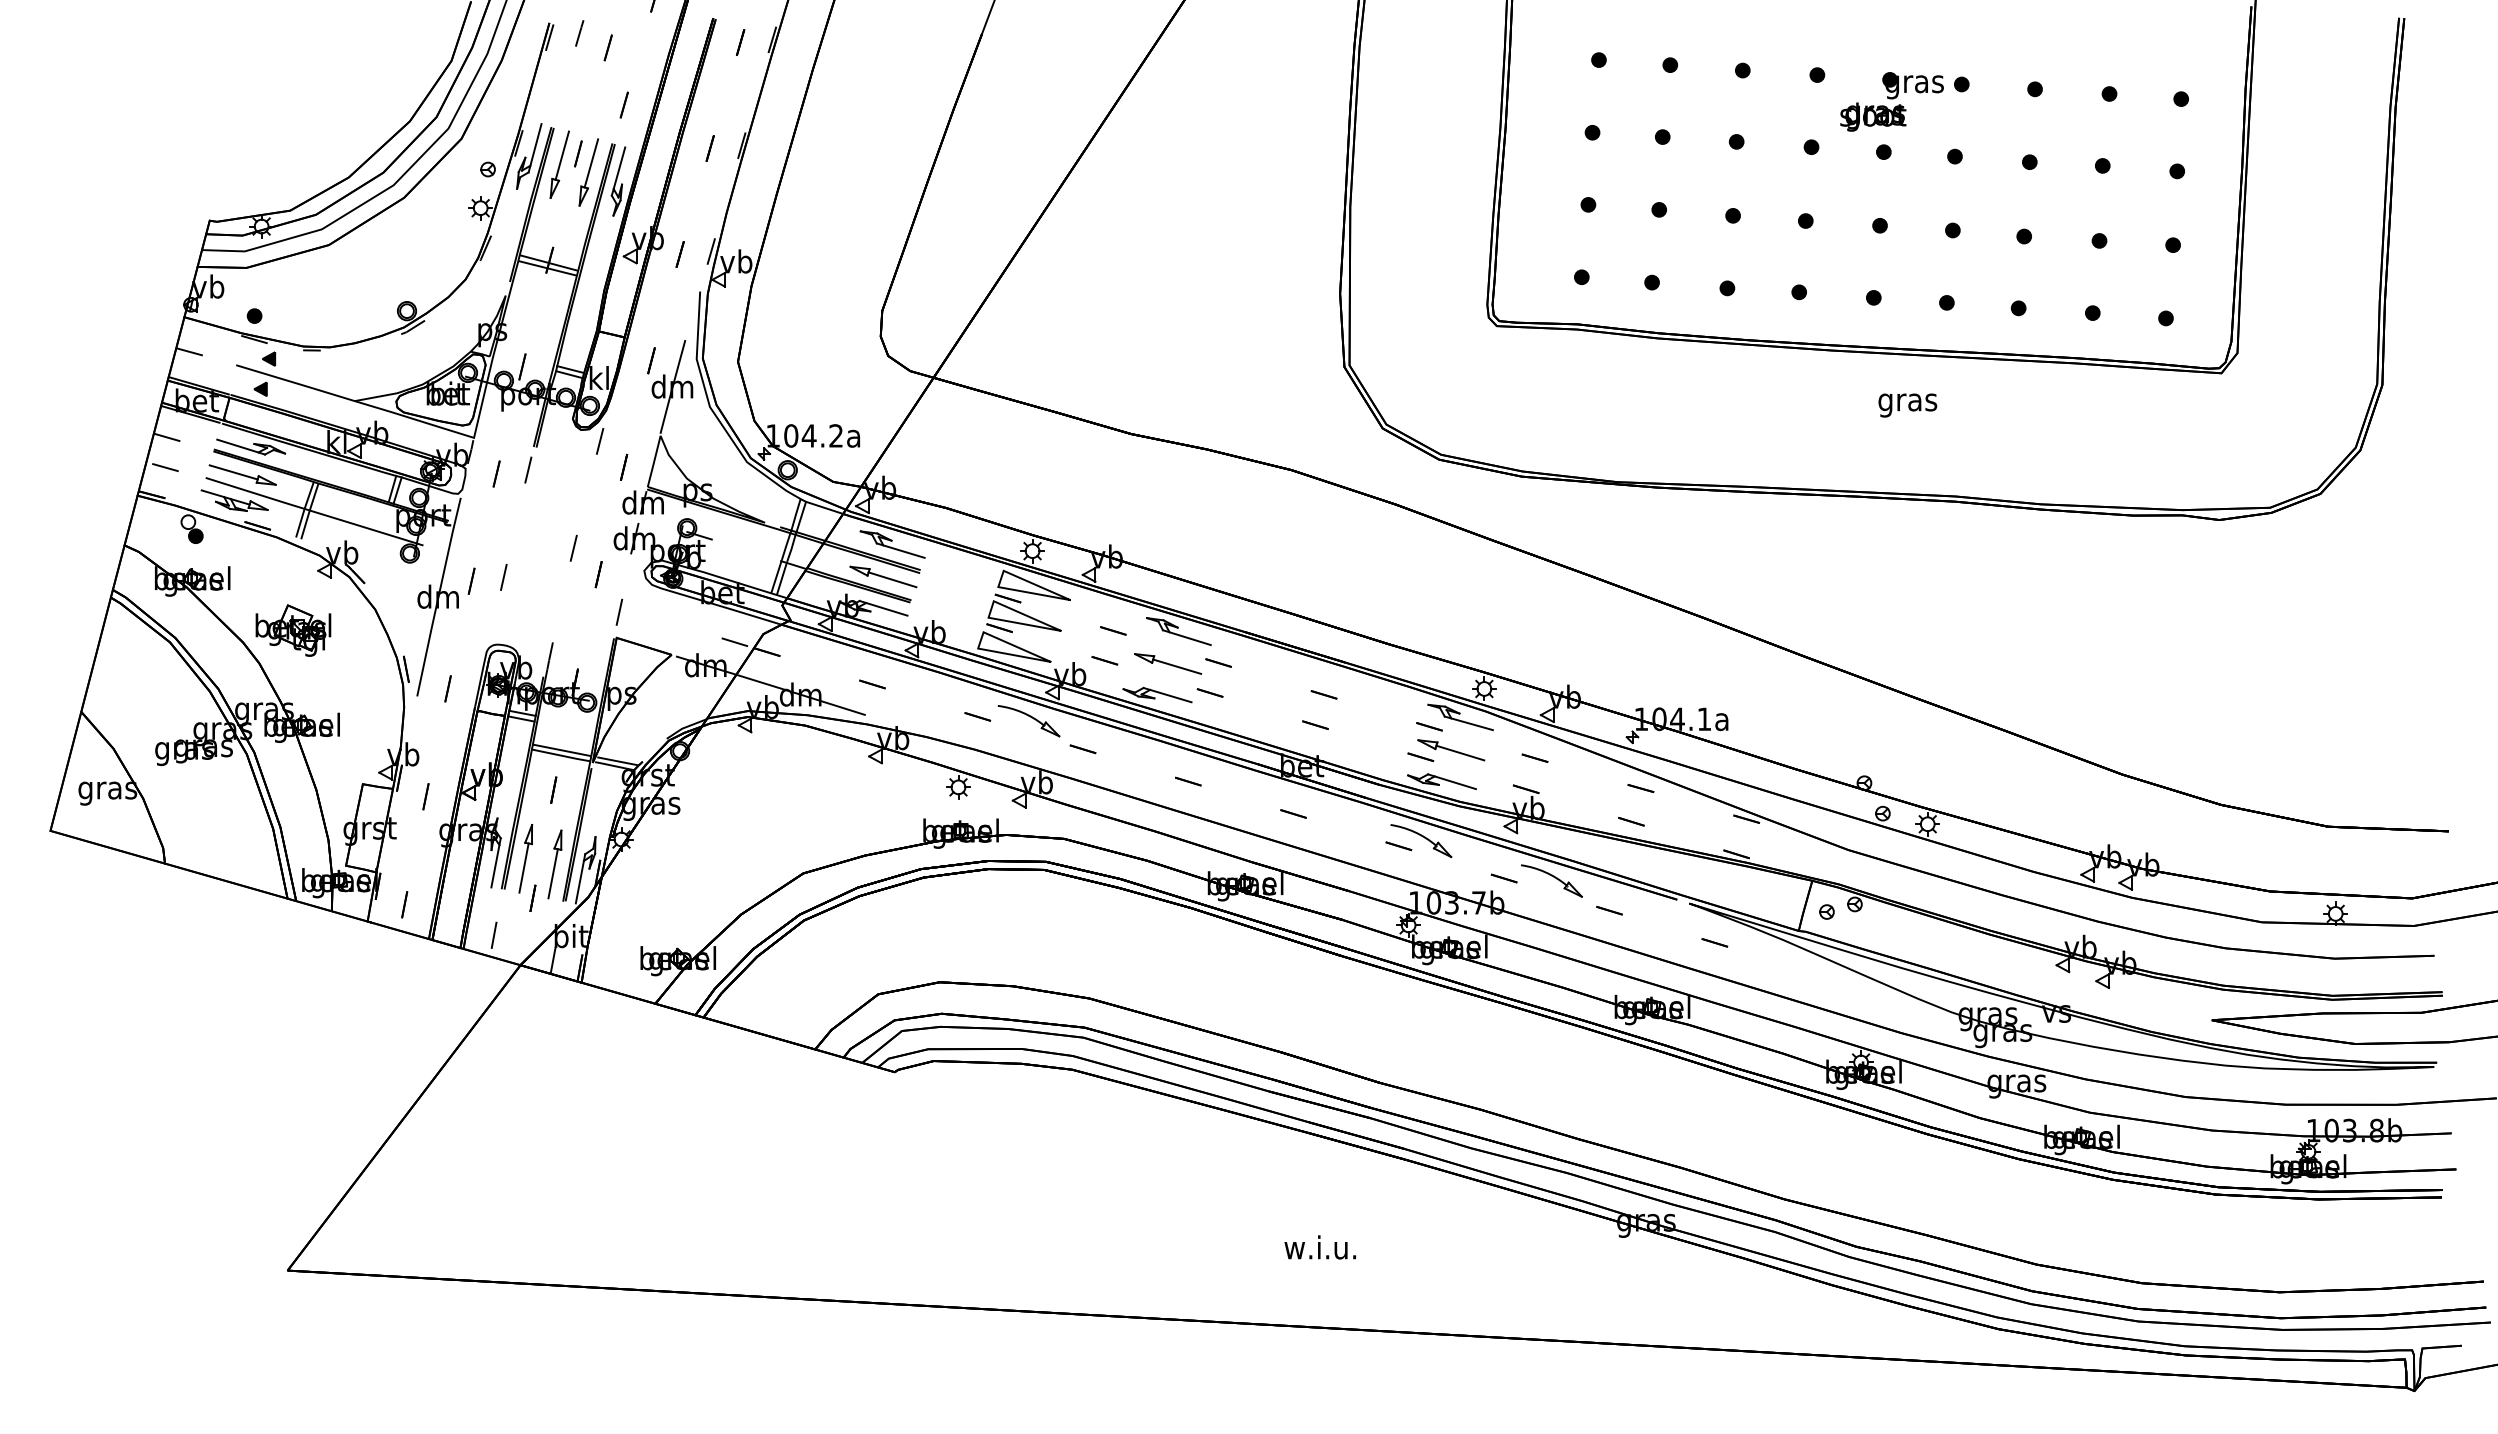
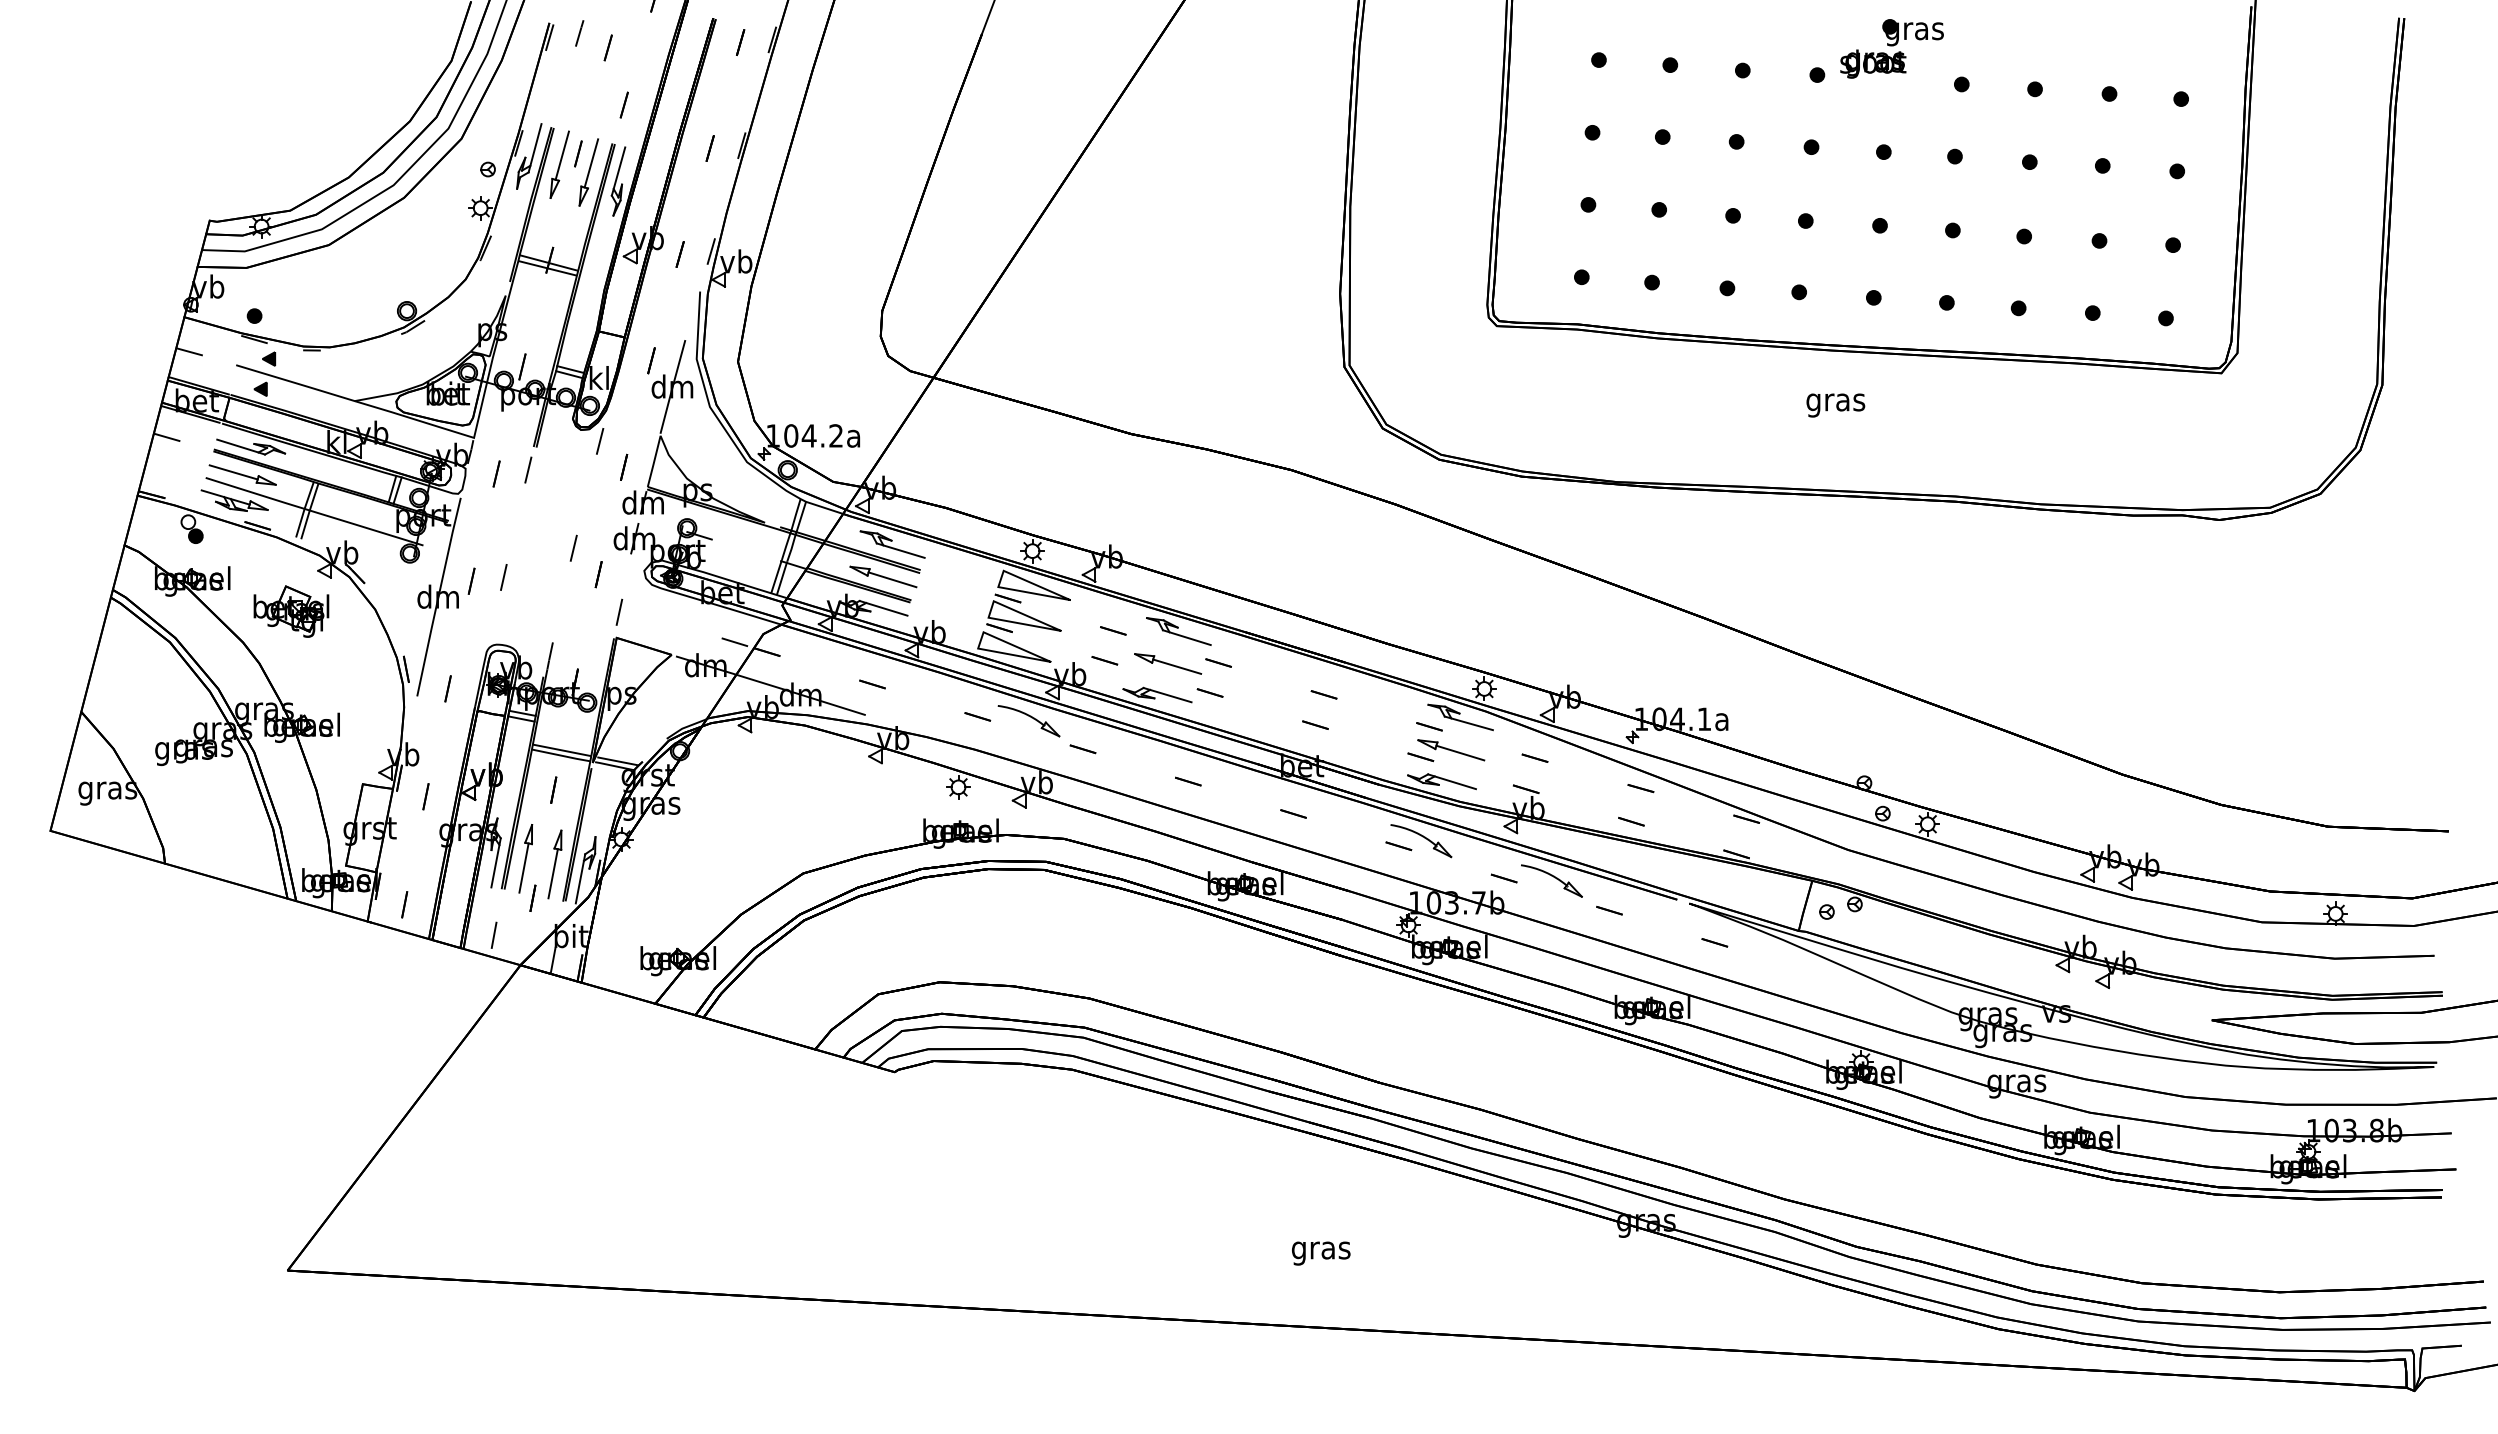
part at (1891, 101) position: (1891, 101) -> (1891, 48)
text at (1907, 405) position: (1907, 405) -> (1835, 405)
line at (162, 466): present -> none
part at (293, 630) position: (293, 630) -> (291, 611)
text at (1320, 1250): w.i.u. -> gras
